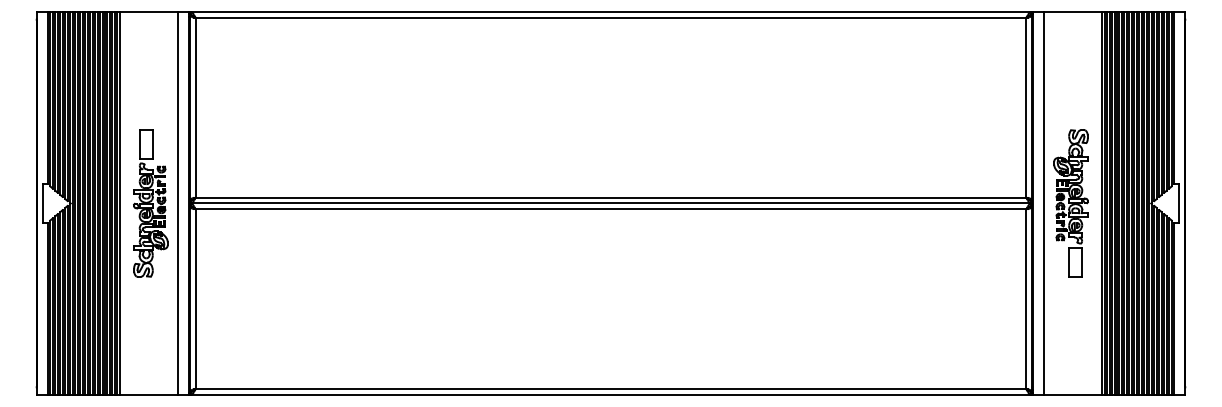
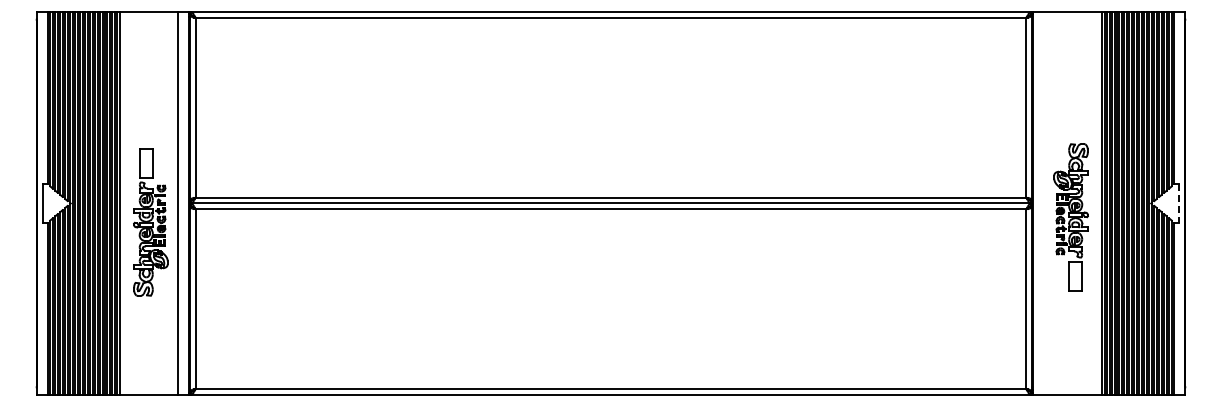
part at (150, 203) position: (150, 203) -> (150, 222)
line at (1044, 203): present -> none
part at (1070, 203) position: (1070, 203) -> (1070, 217)
line at (1179, 203): solid -> dashed
